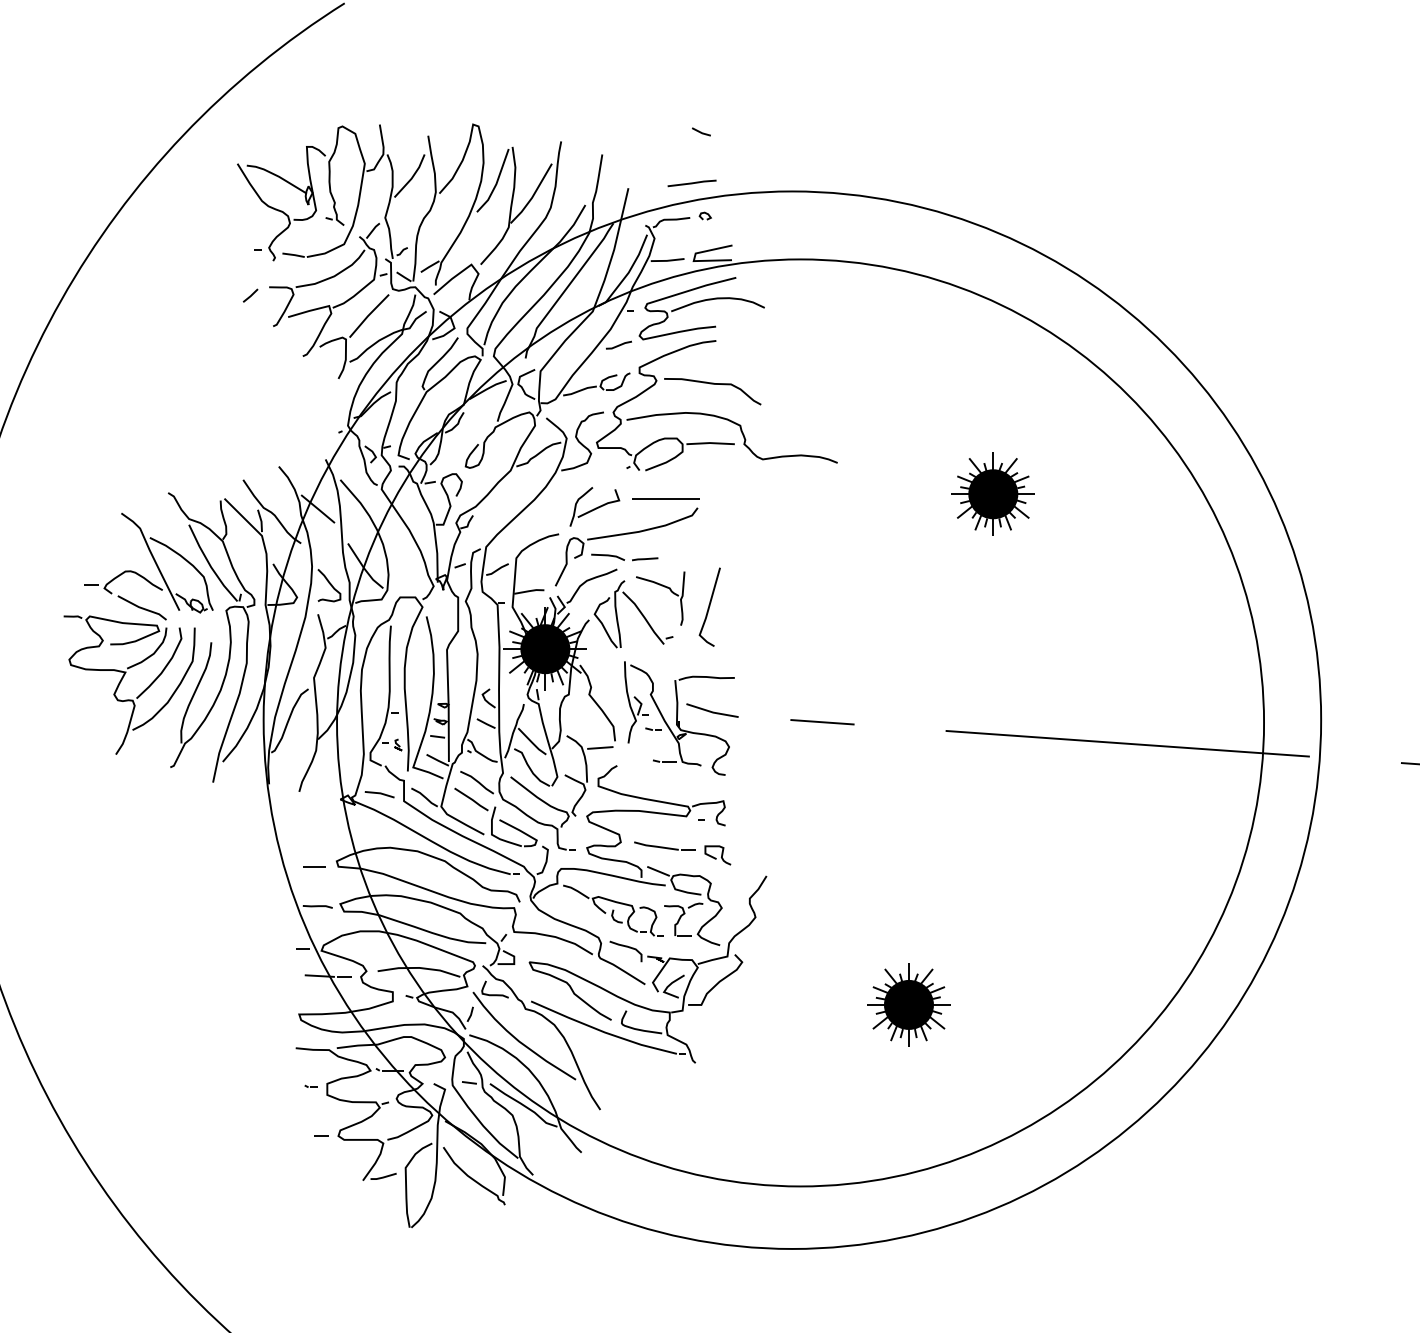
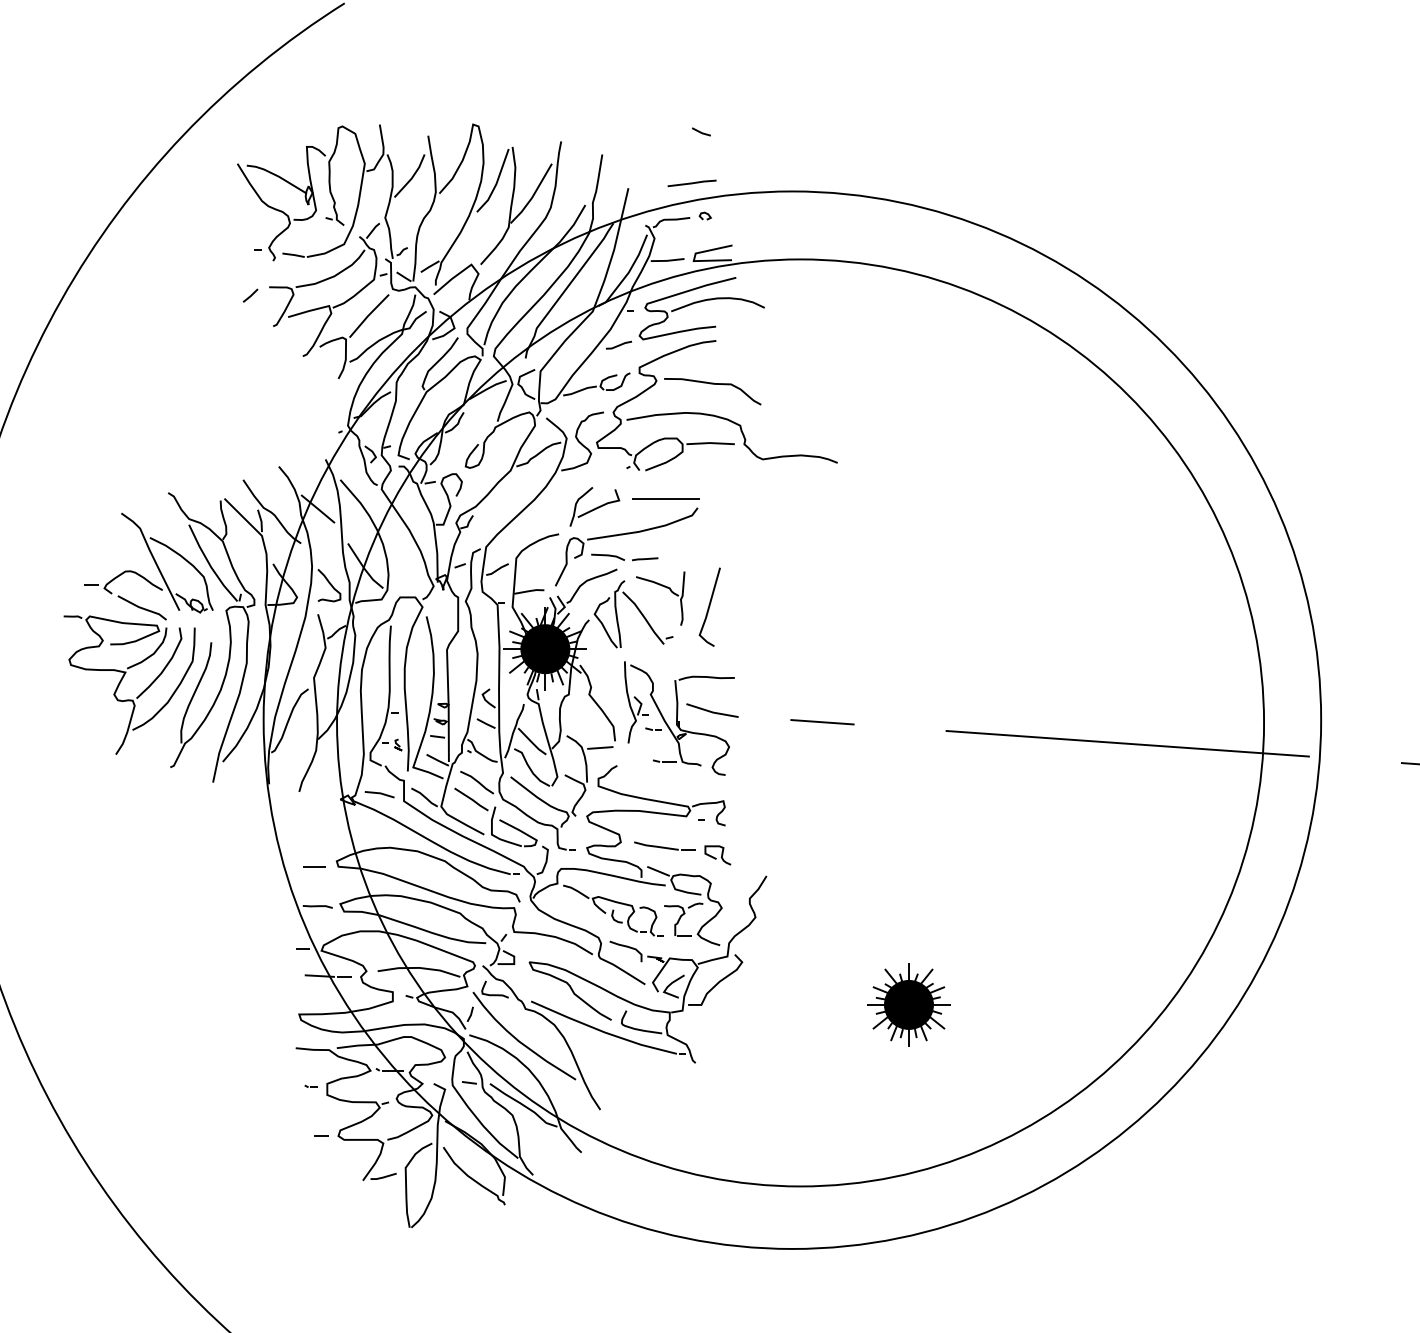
part at (992, 493): present -> none
